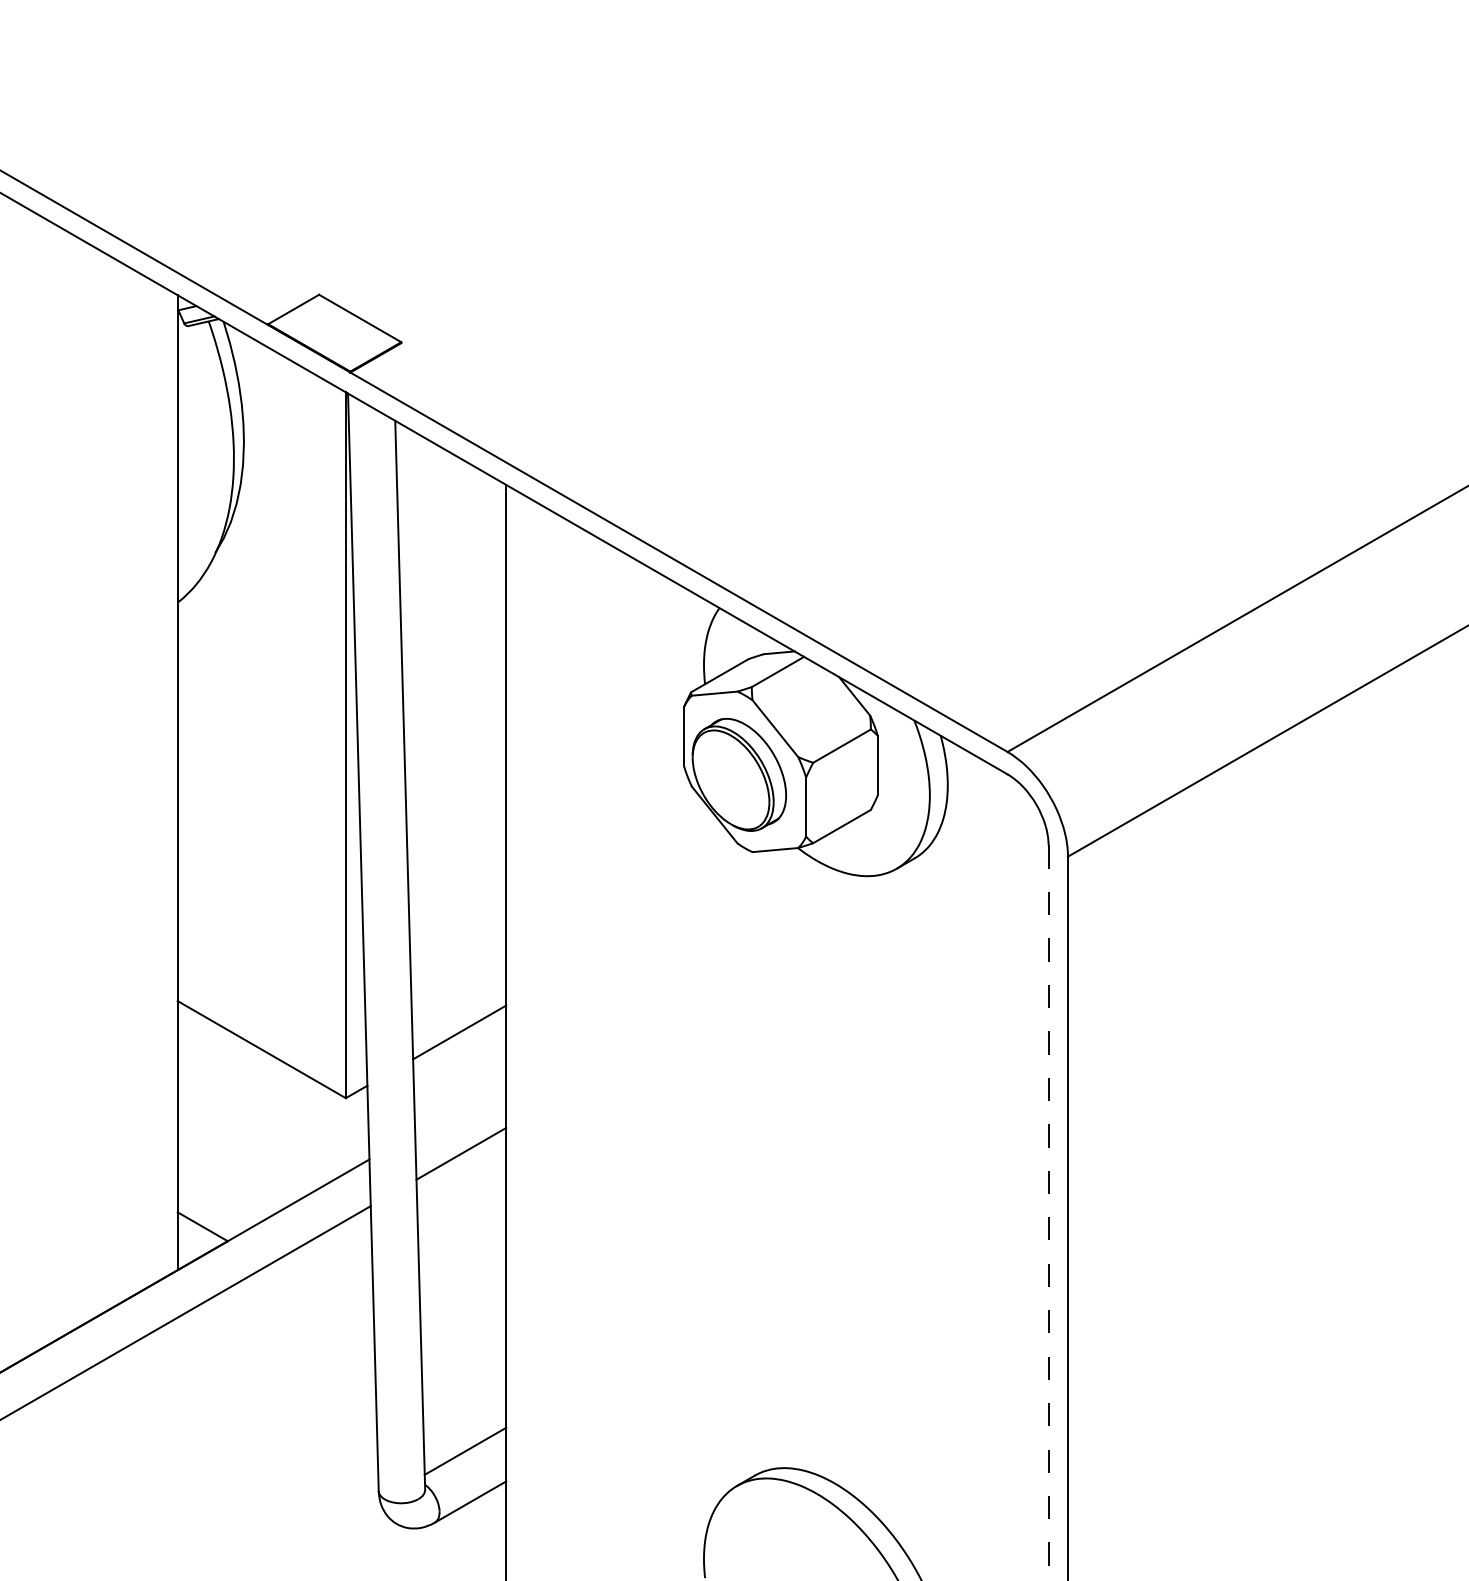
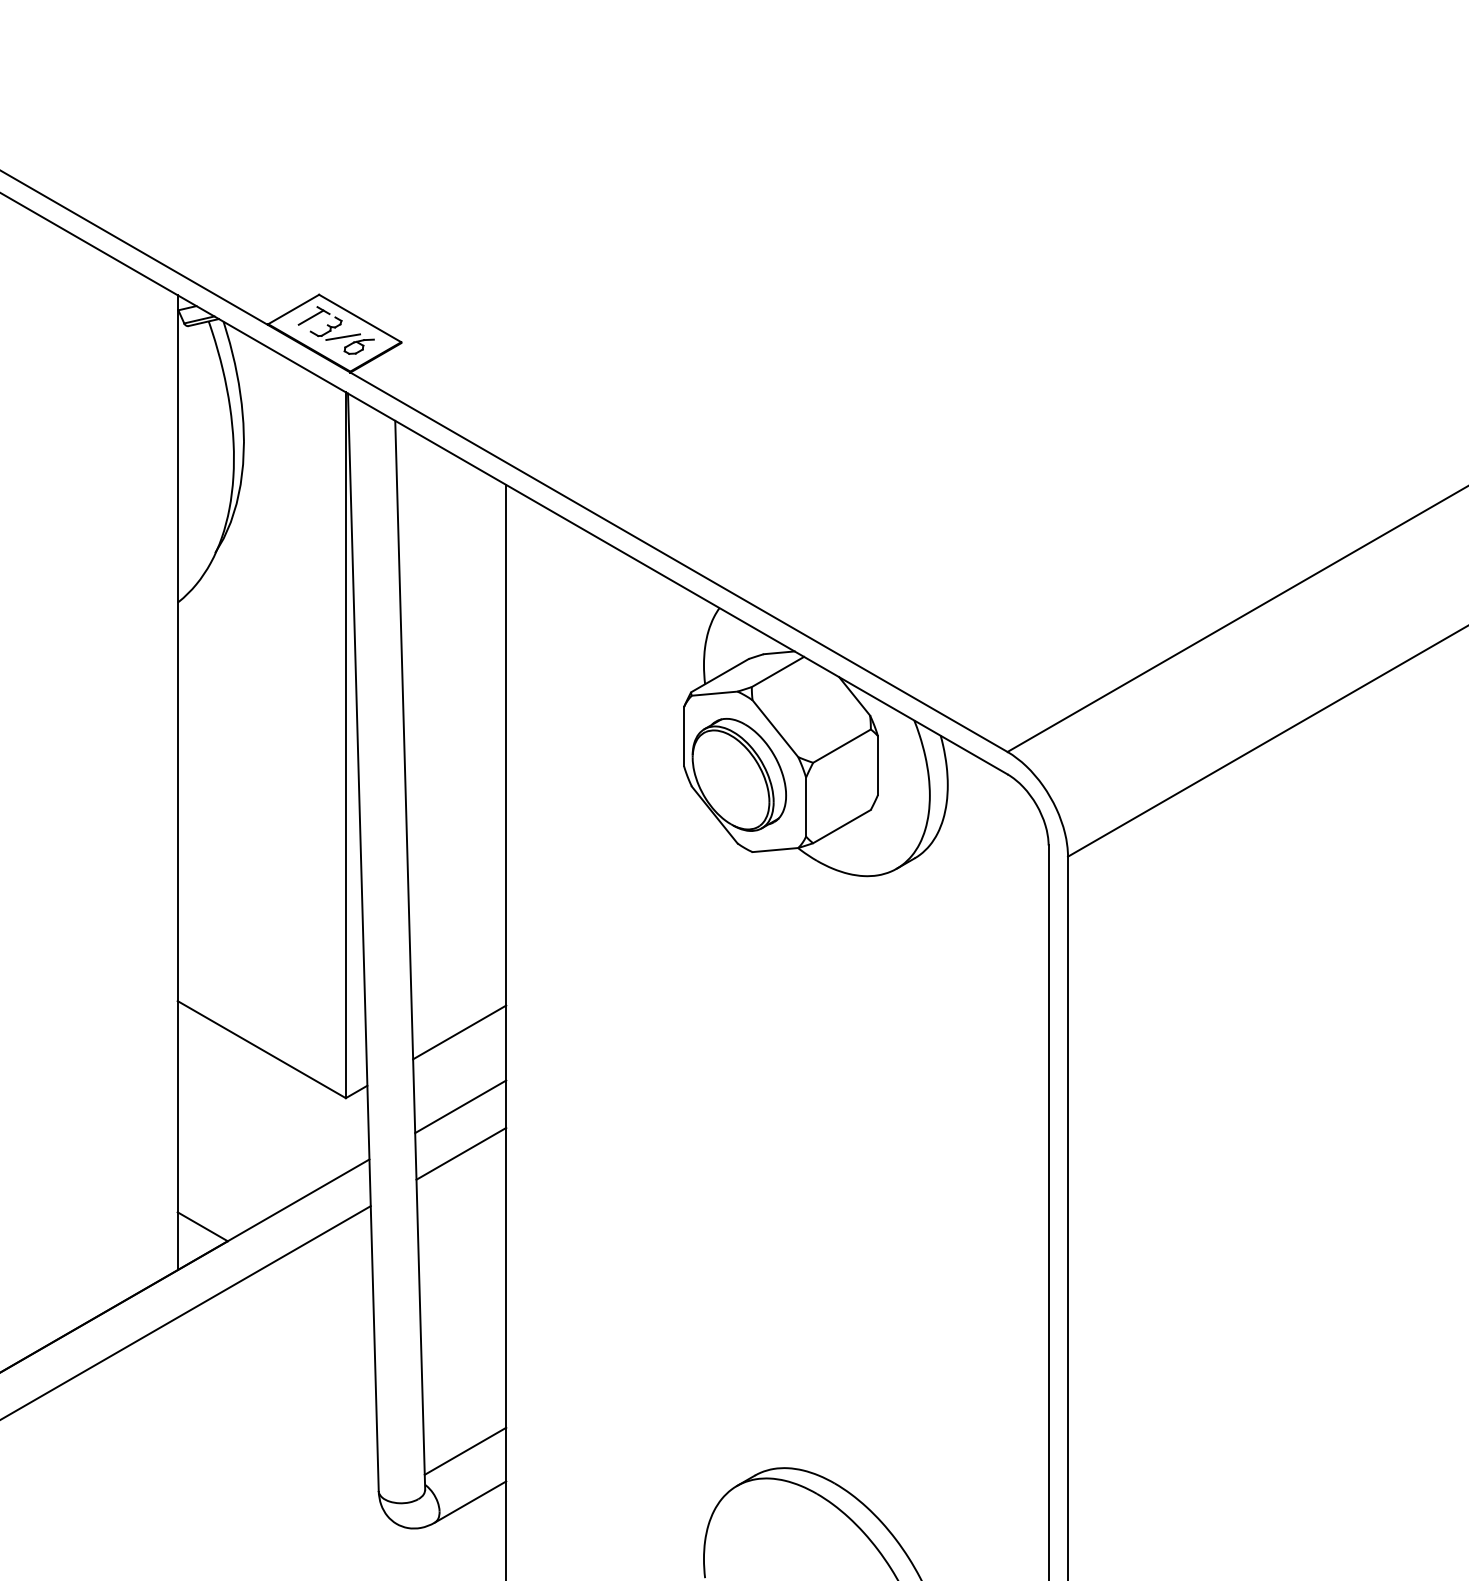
part at (335, 330): none -> present
line at (460, 1106): none -> present
line at (1048, 1213): dashed -> solid
